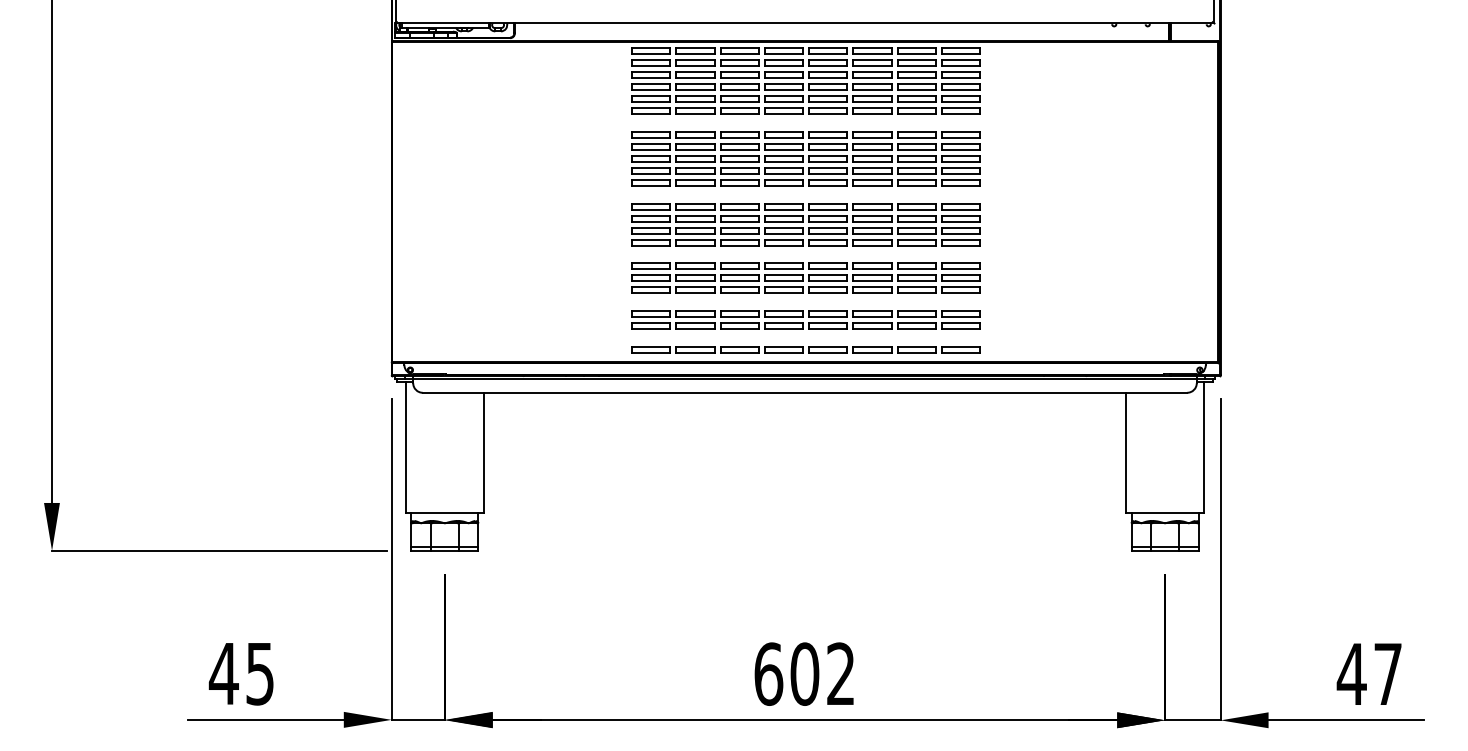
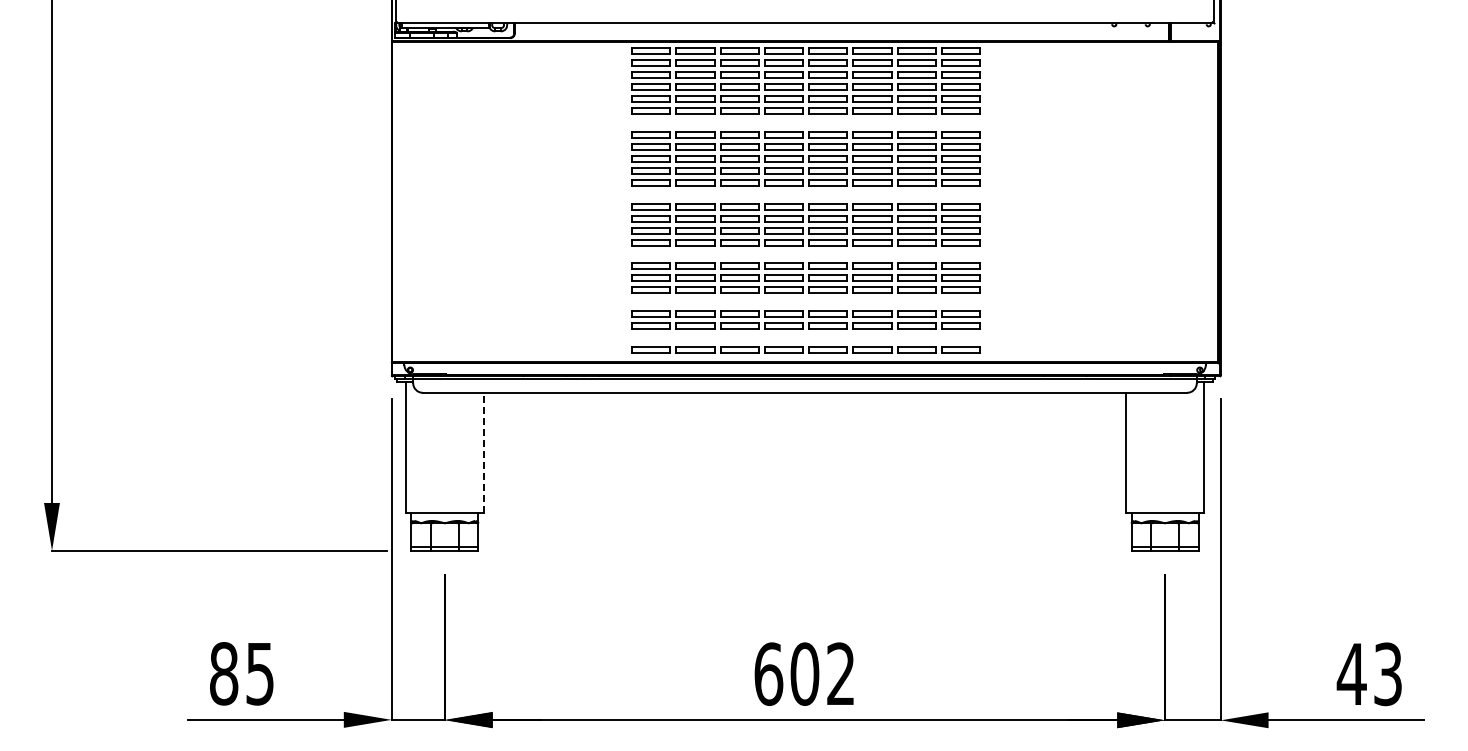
line at (483, 452): solid -> dashed
text at (223, 673): 45 -> 85
text at (1387, 674): 47 -> 43
